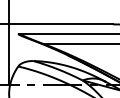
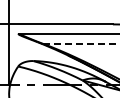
line at (81, 43): solid -> dashed
